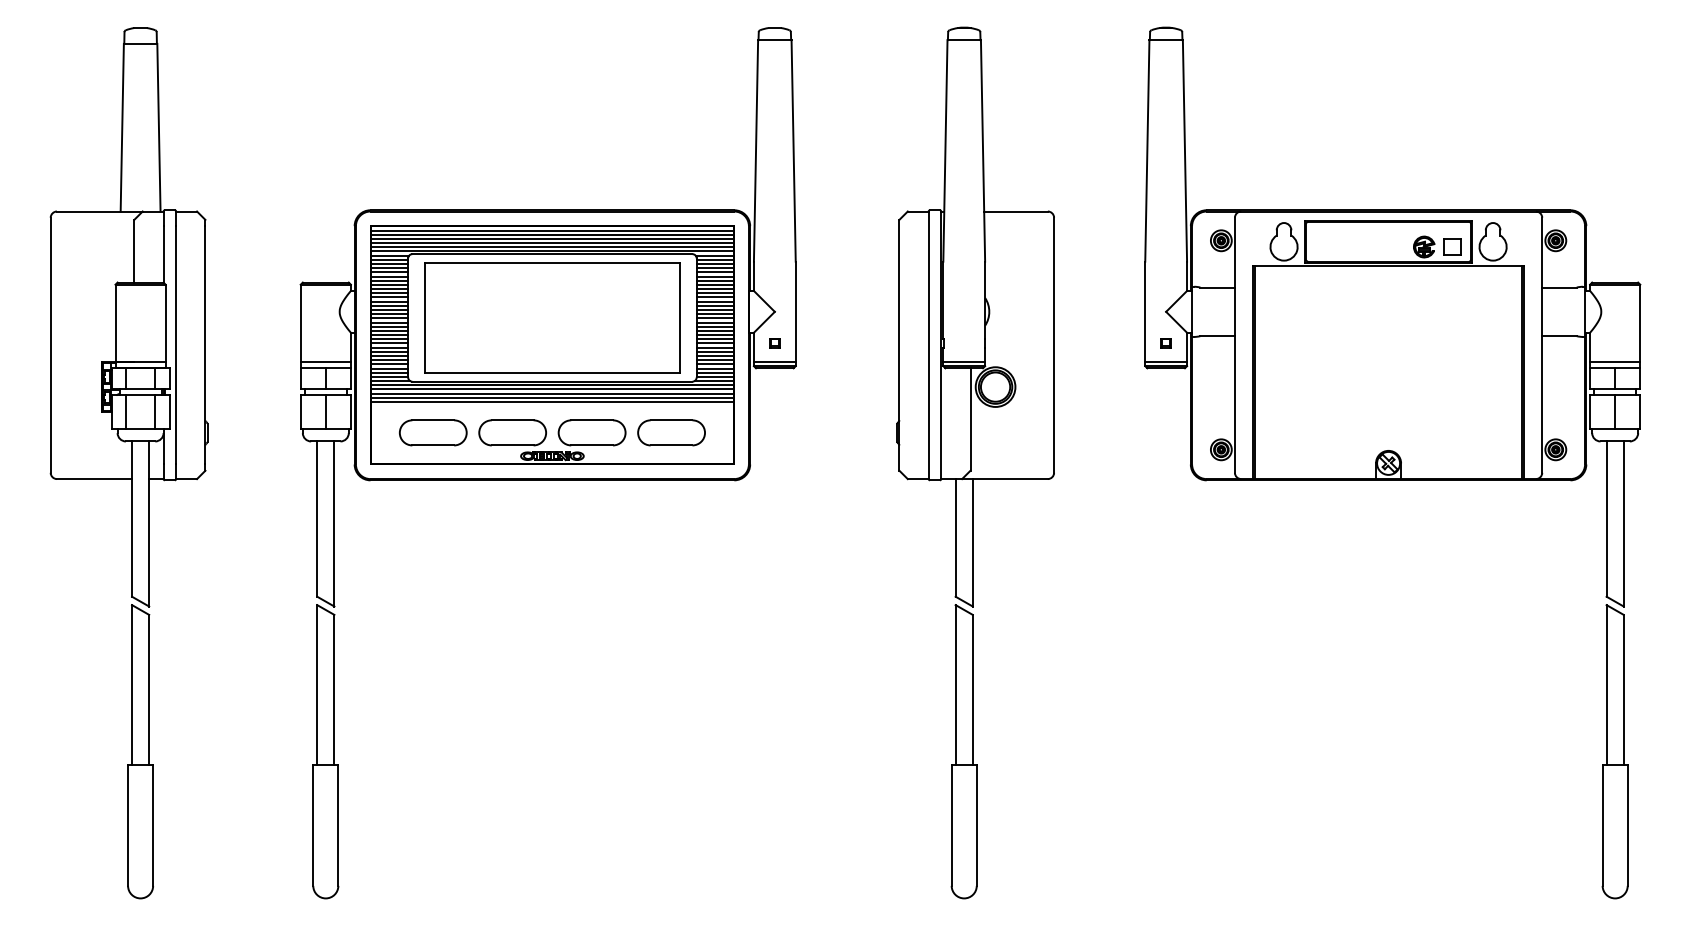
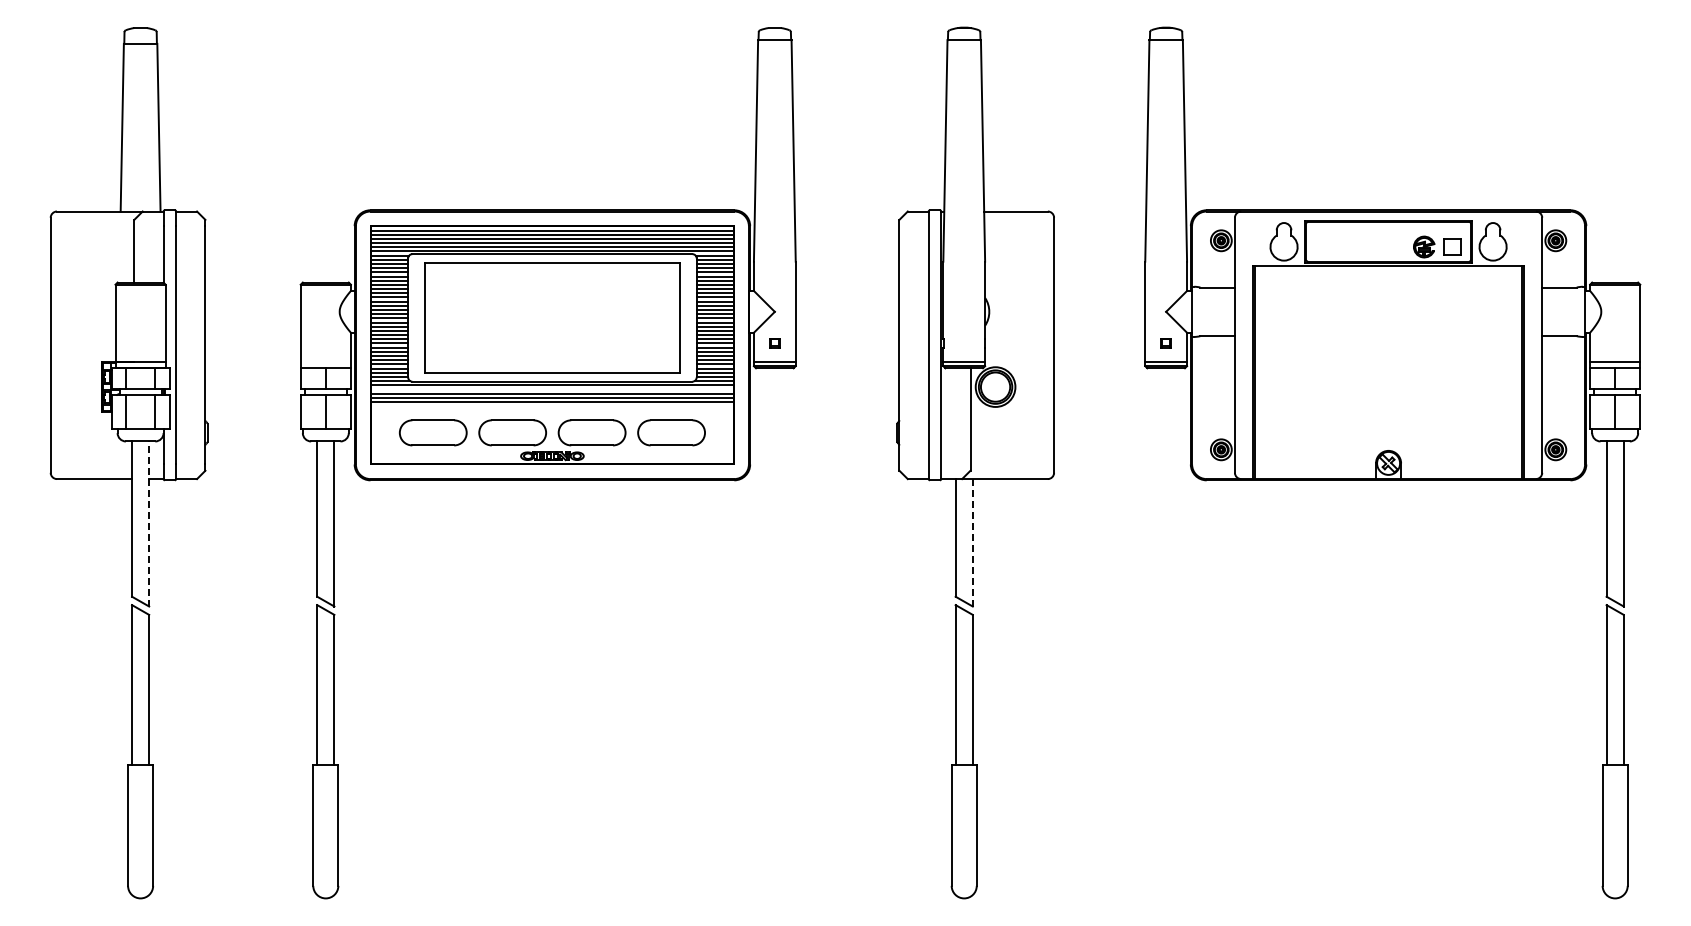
line at (325, 362): present -> none
line at (552, 389): present -> none
line at (149, 523): solid -> dashed
line at (972, 542): solid -> dashed
